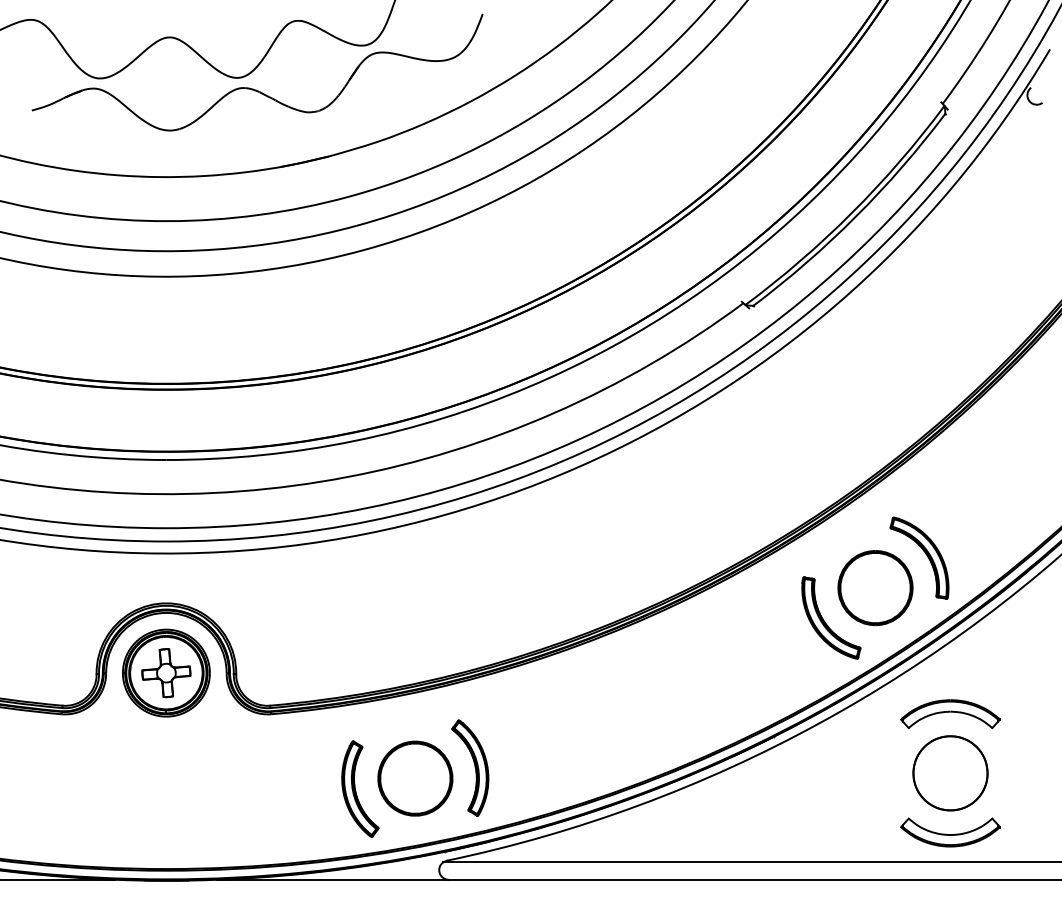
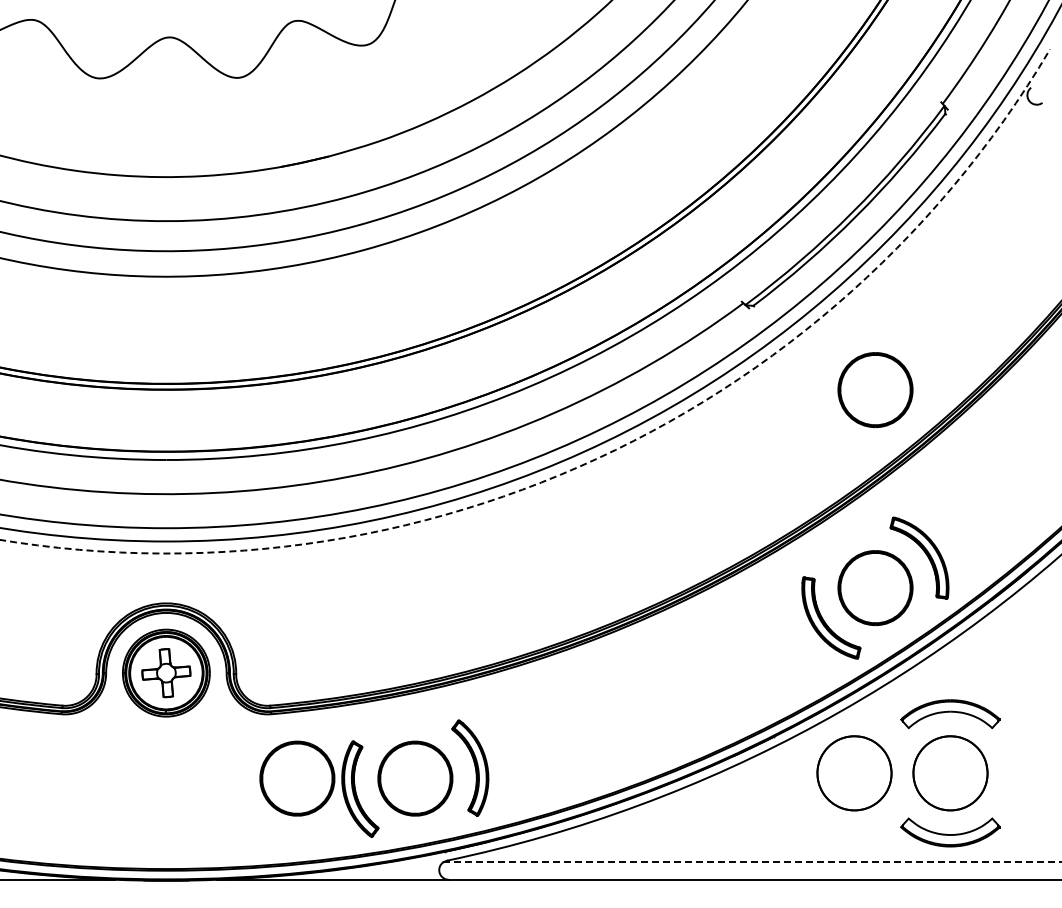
part at (253, 88): present -> none
part at (875, 390): none -> present
arc at (600, 456): solid -> dashed
part at (854, 773): none -> present
part at (297, 778): none -> present
line at (752, 862): solid -> dashed
